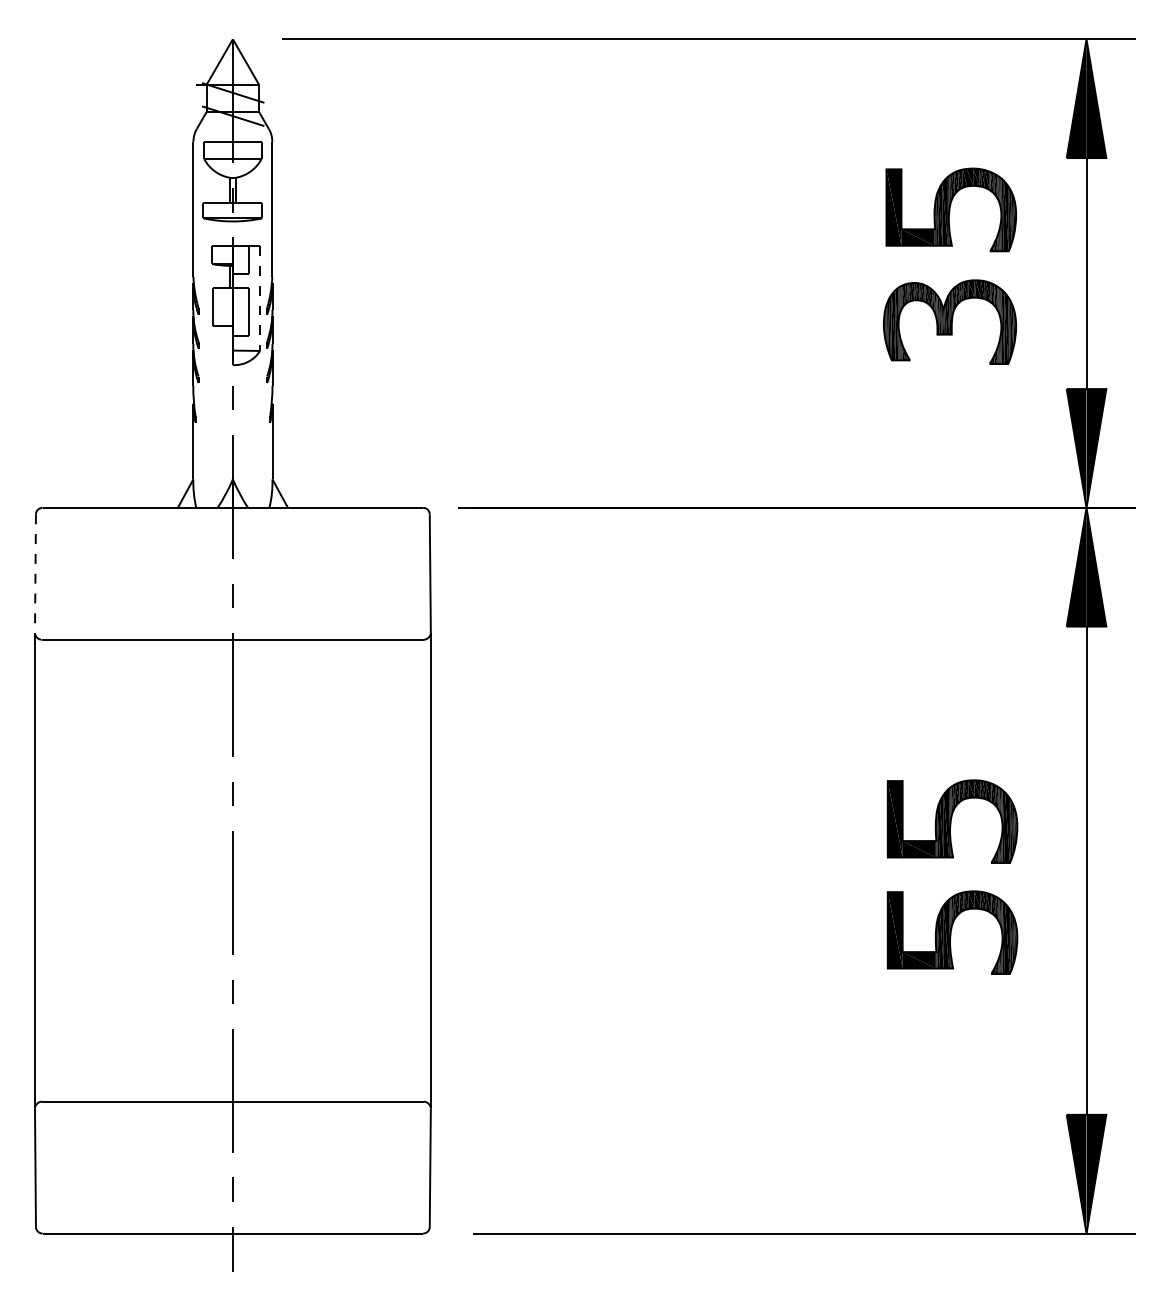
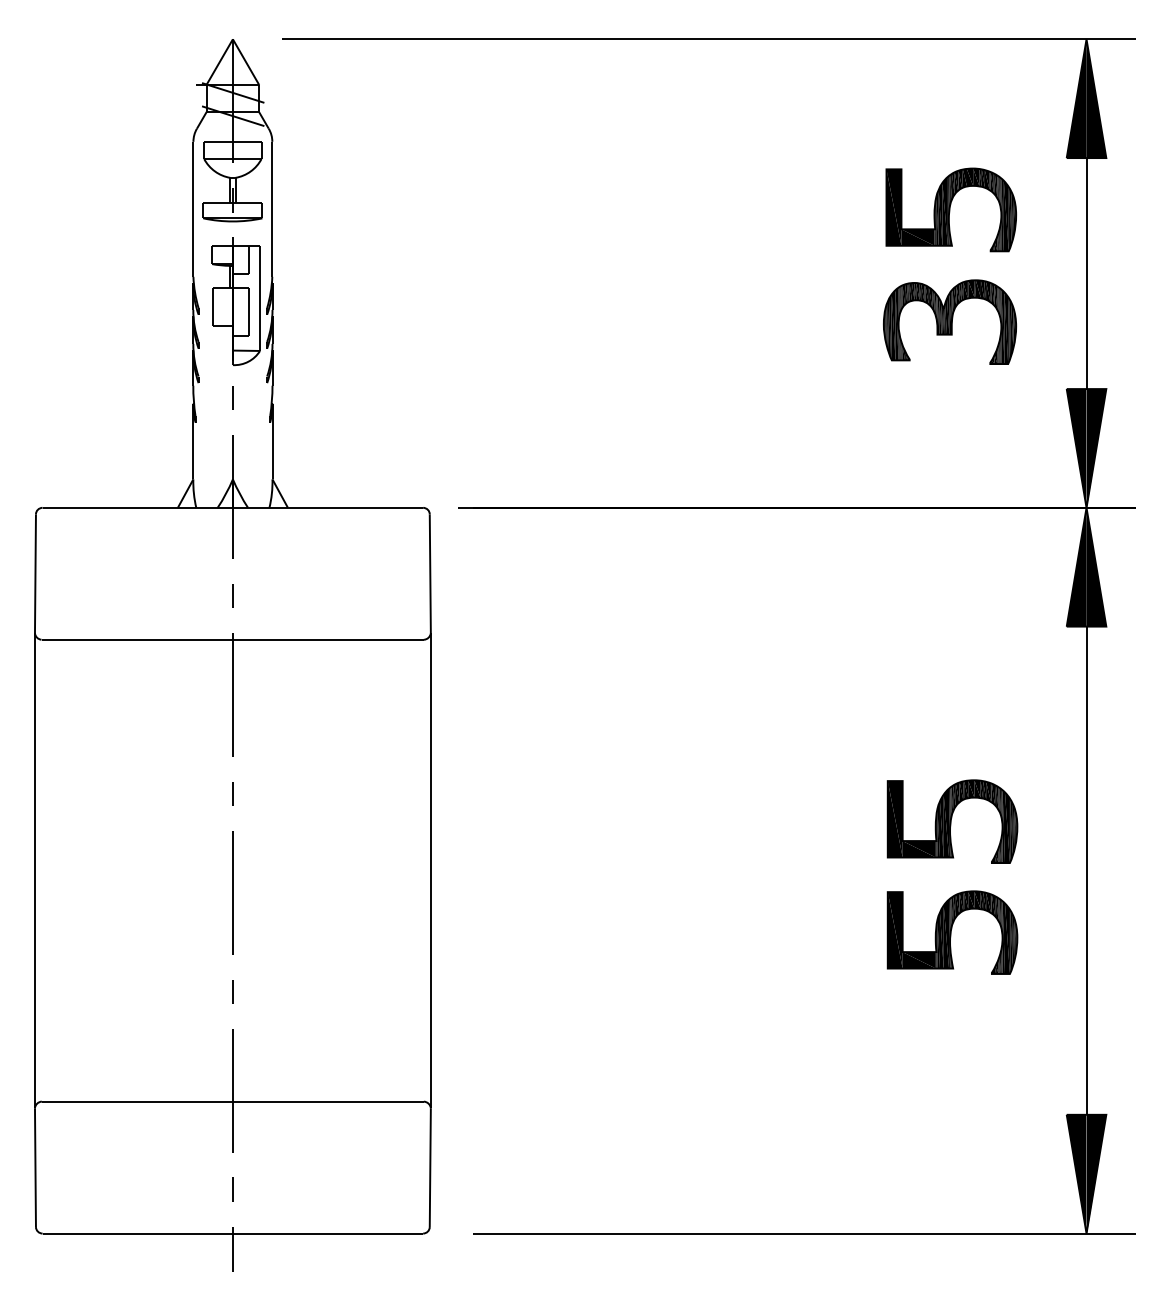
line at (260, 299): dashed -> solid
line at (35, 574): dashed -> solid
